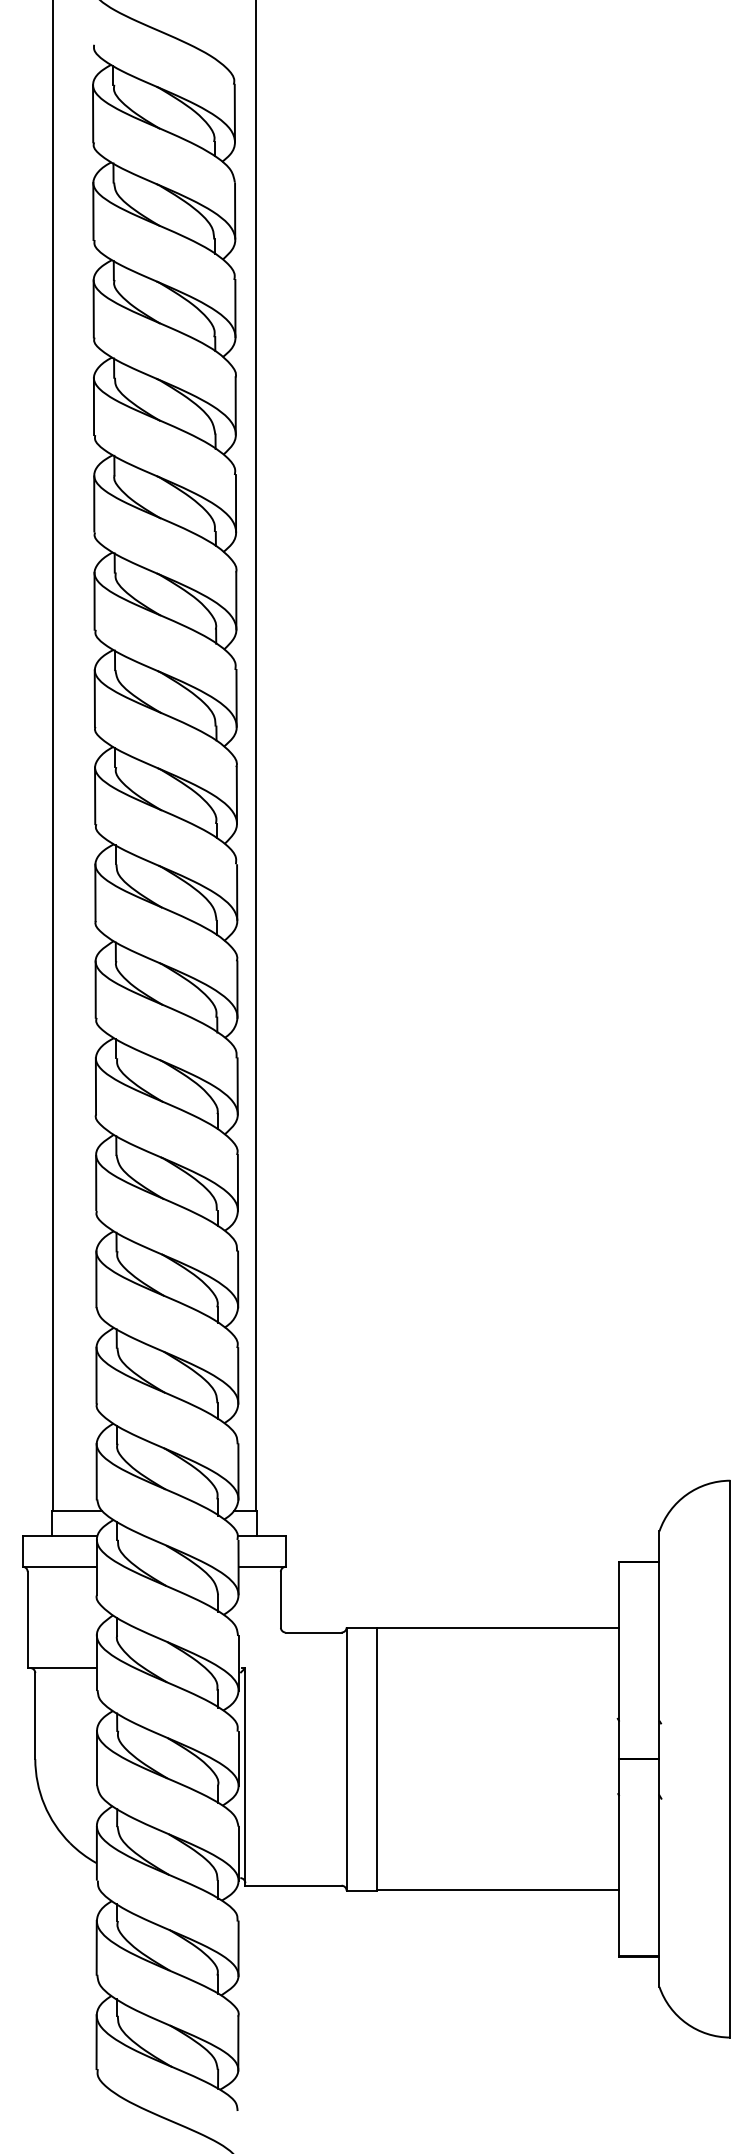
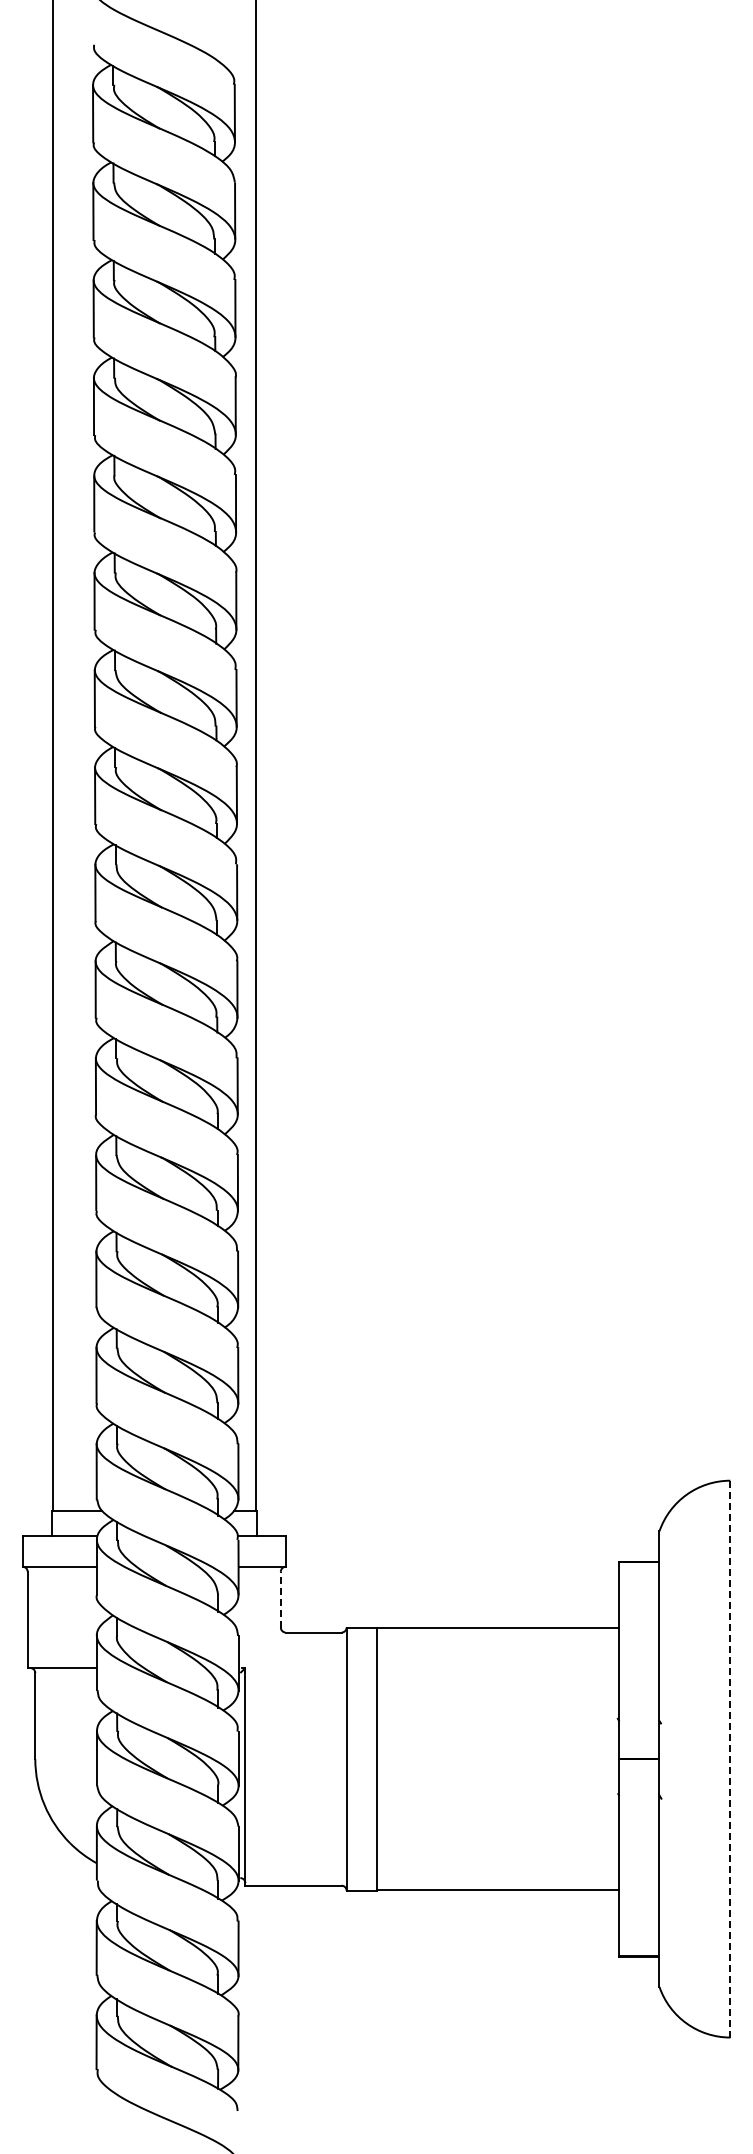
line at (280, 1599): solid -> dashed
line at (730, 1759): solid -> dashed
